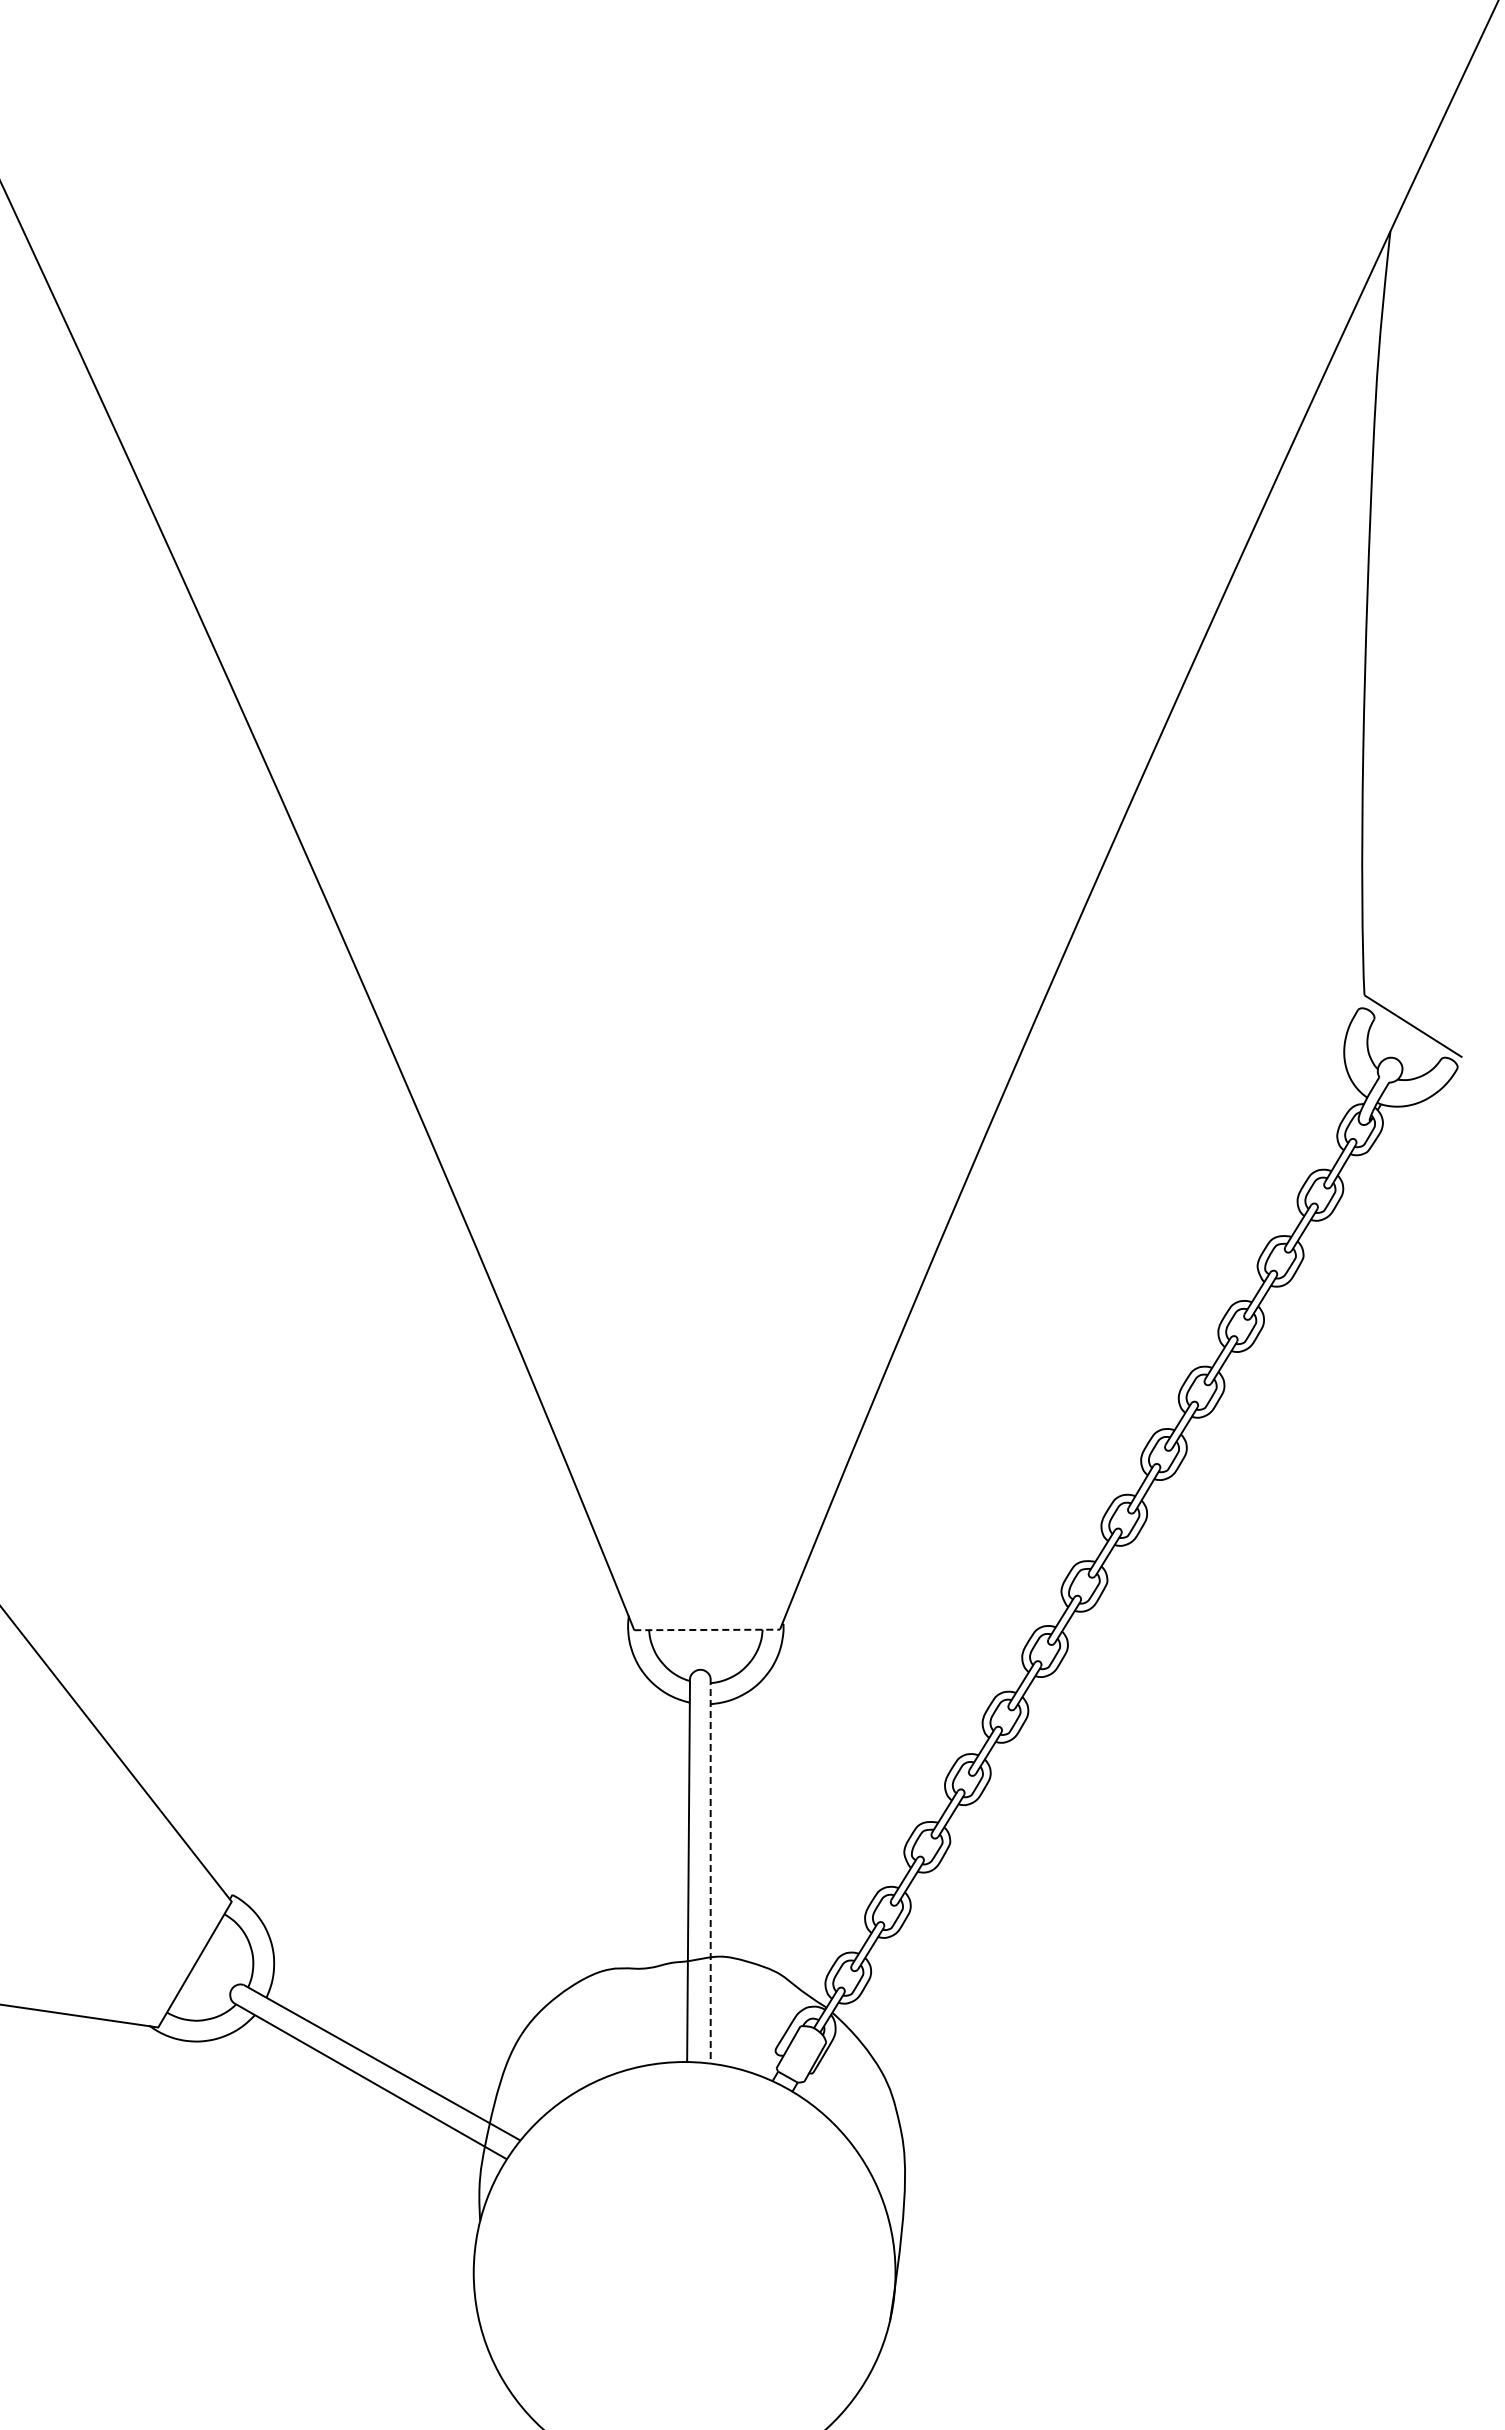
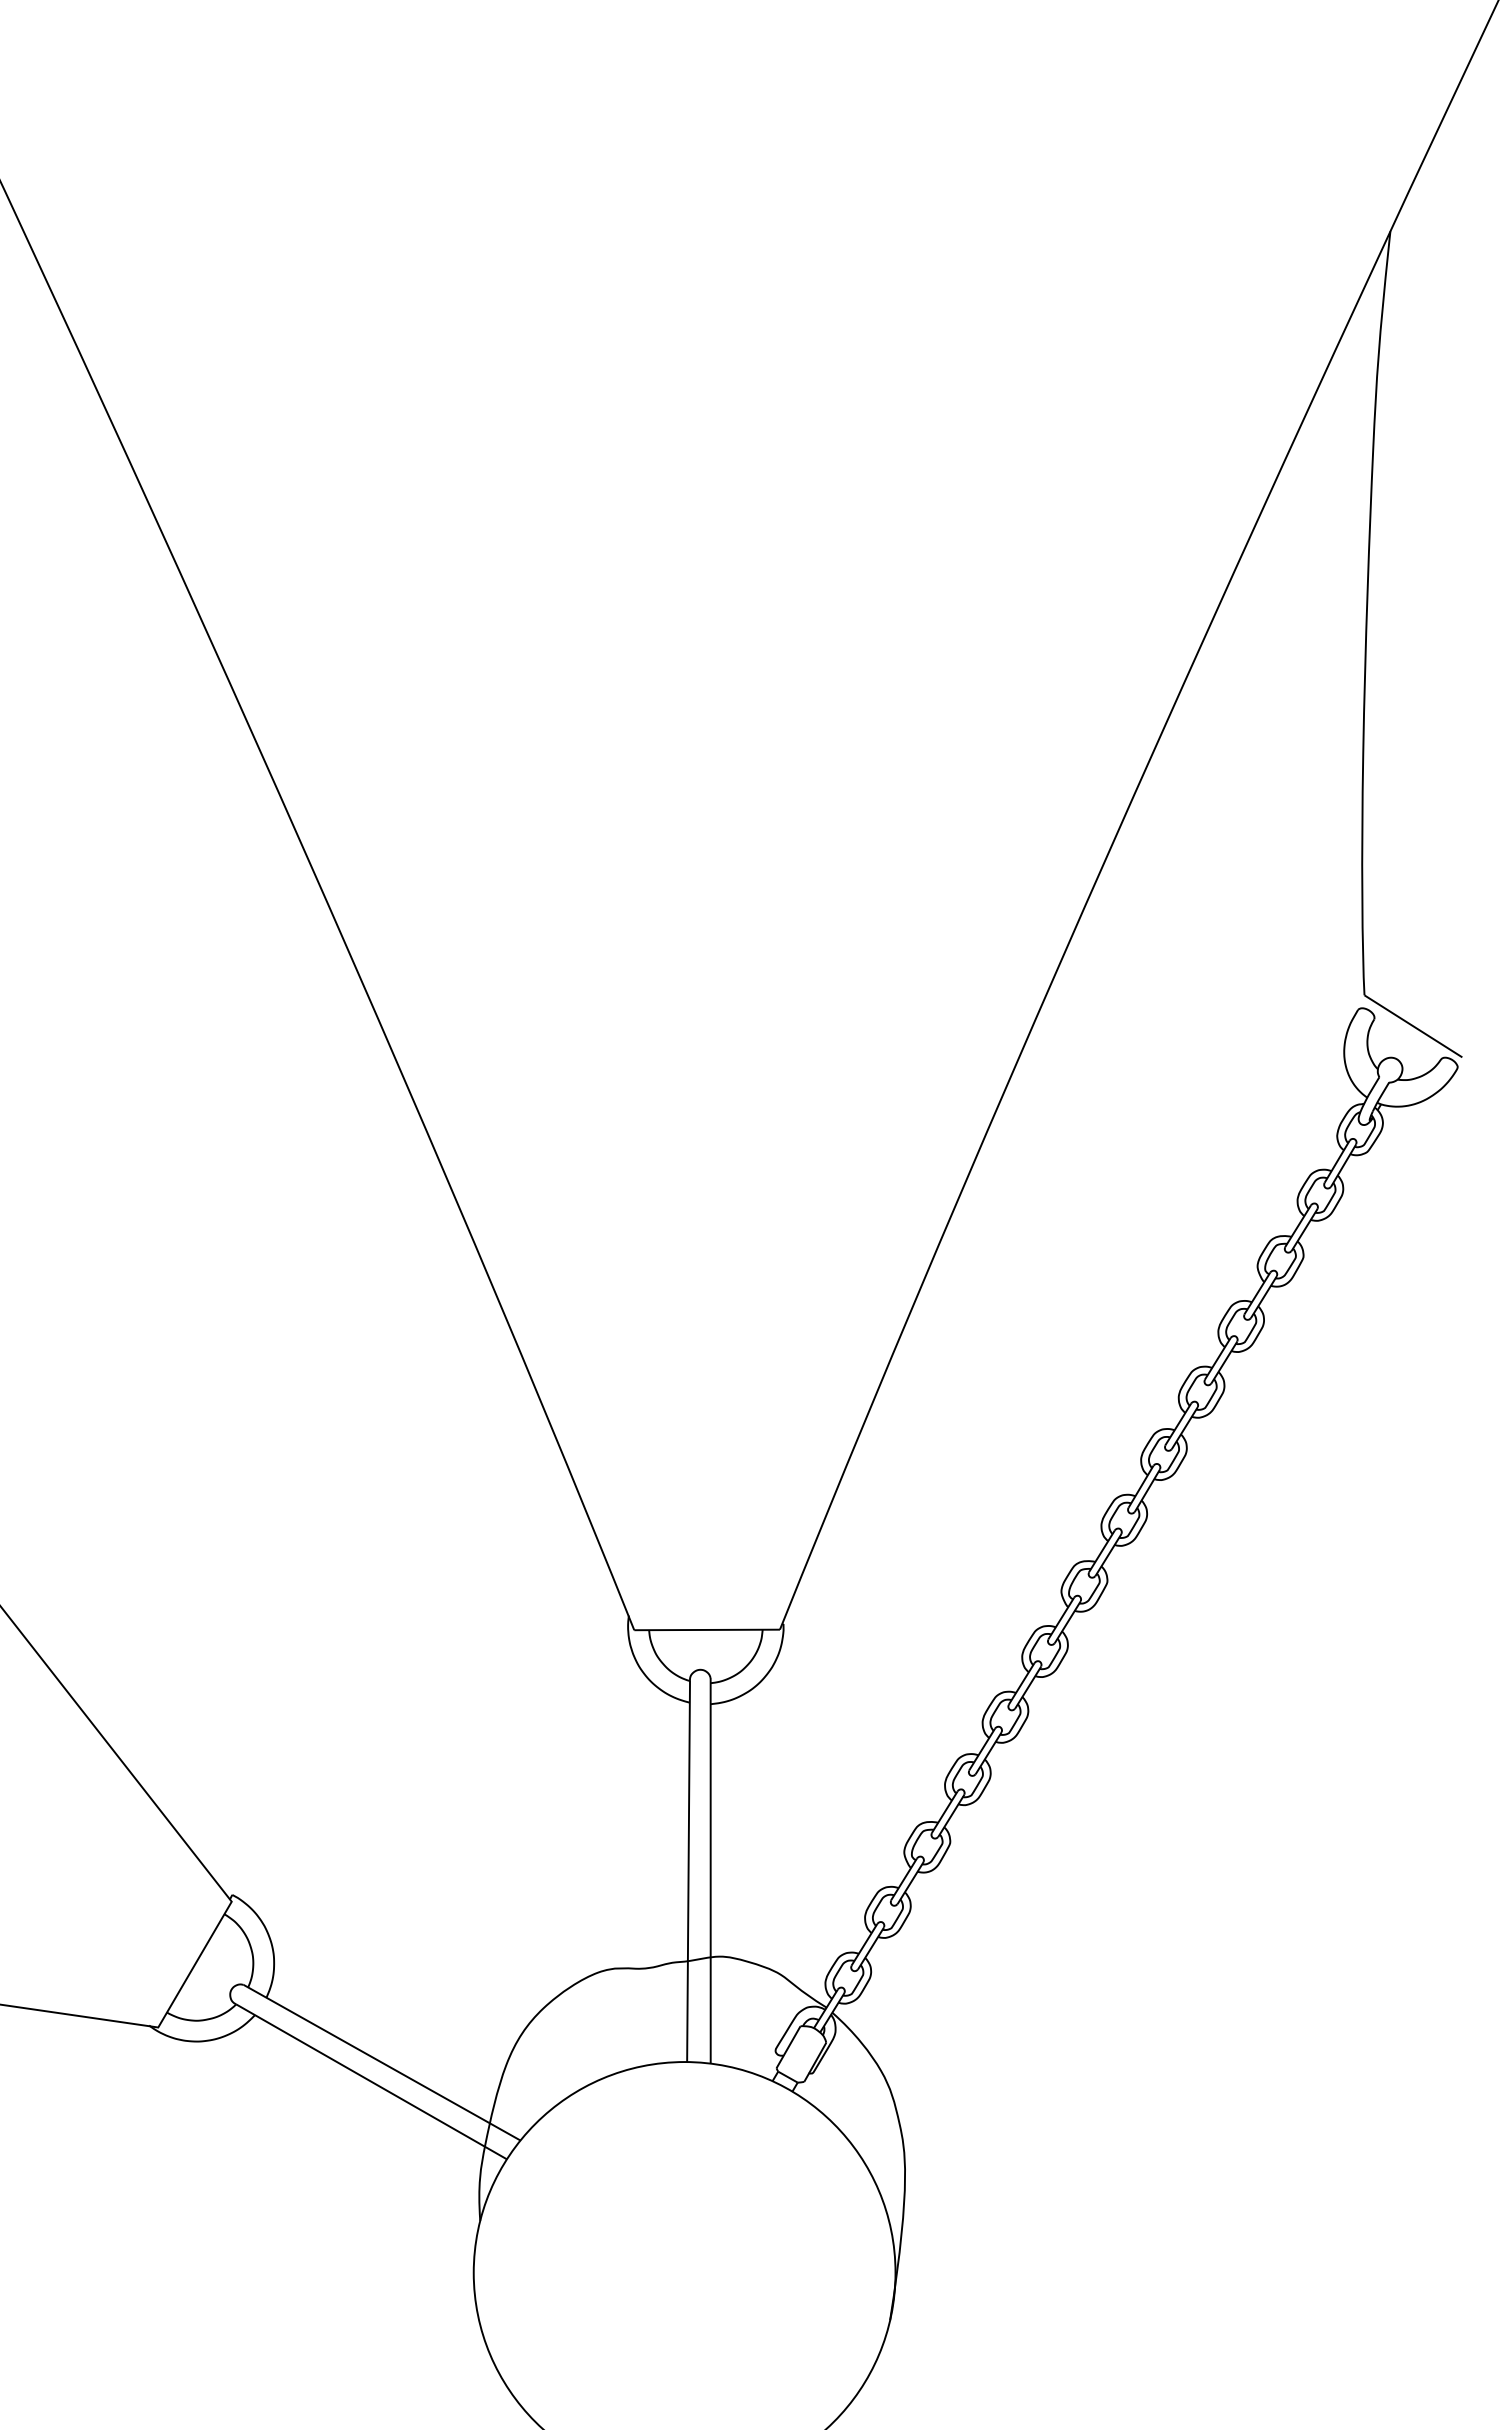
line at (707, 1629): dashed -> solid
line at (710, 1870): dashed -> solid
